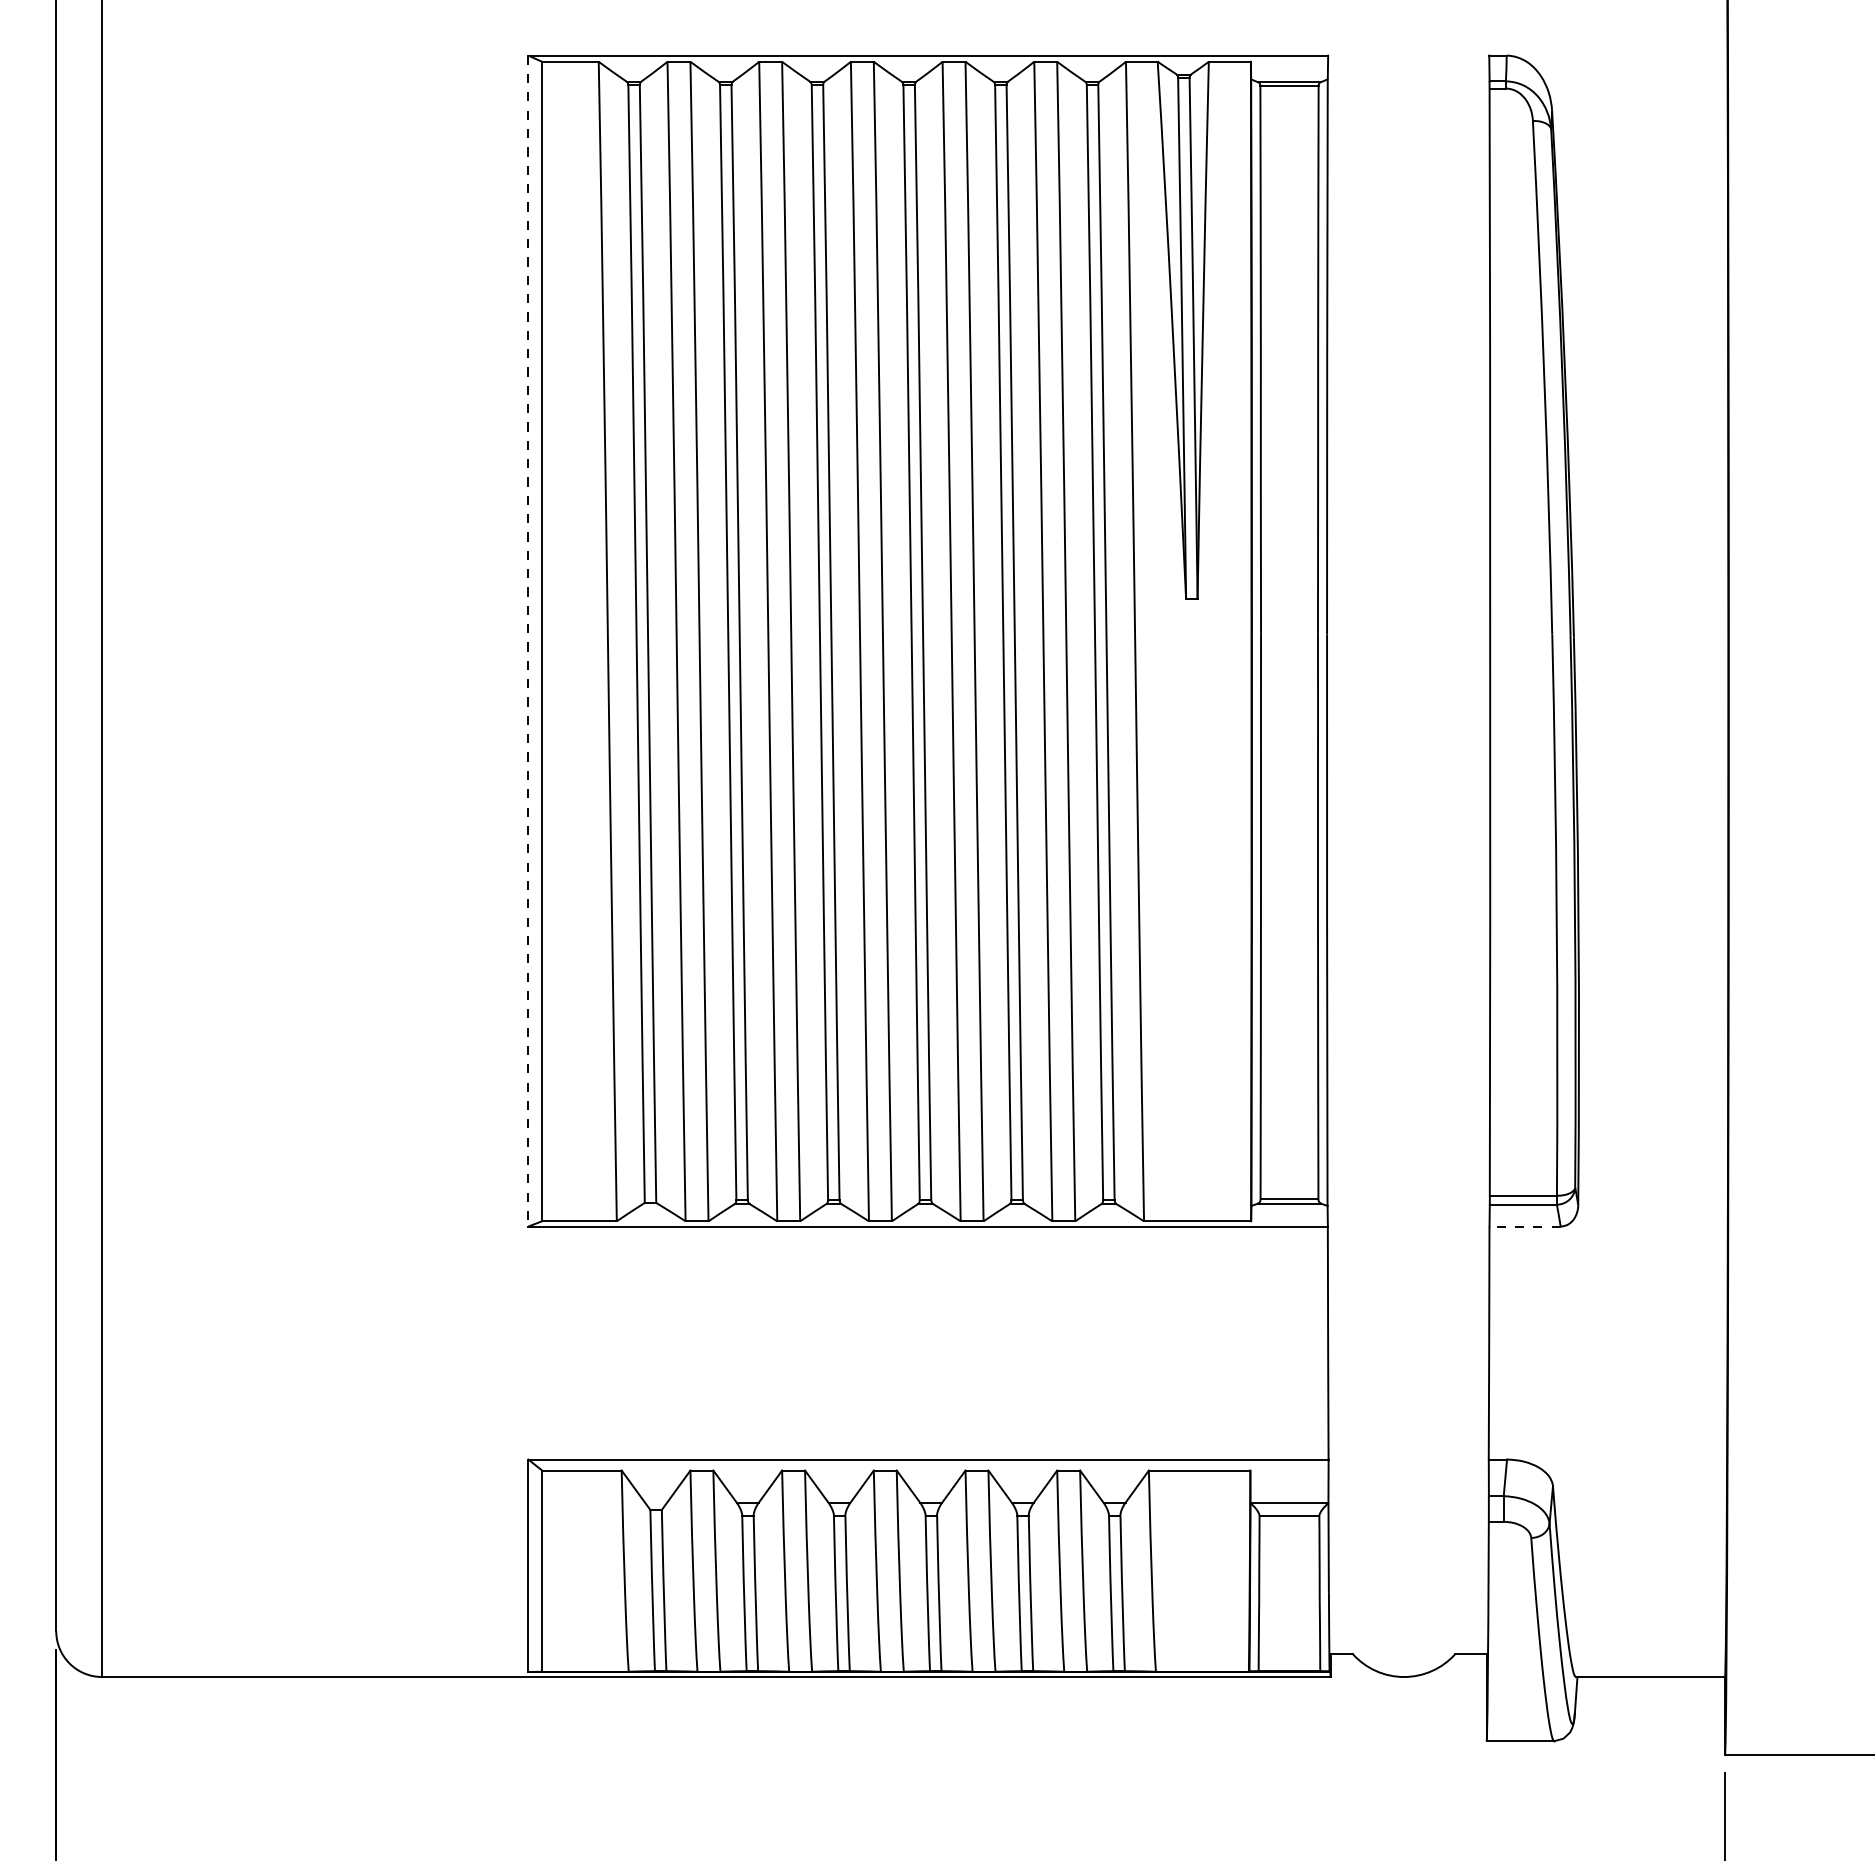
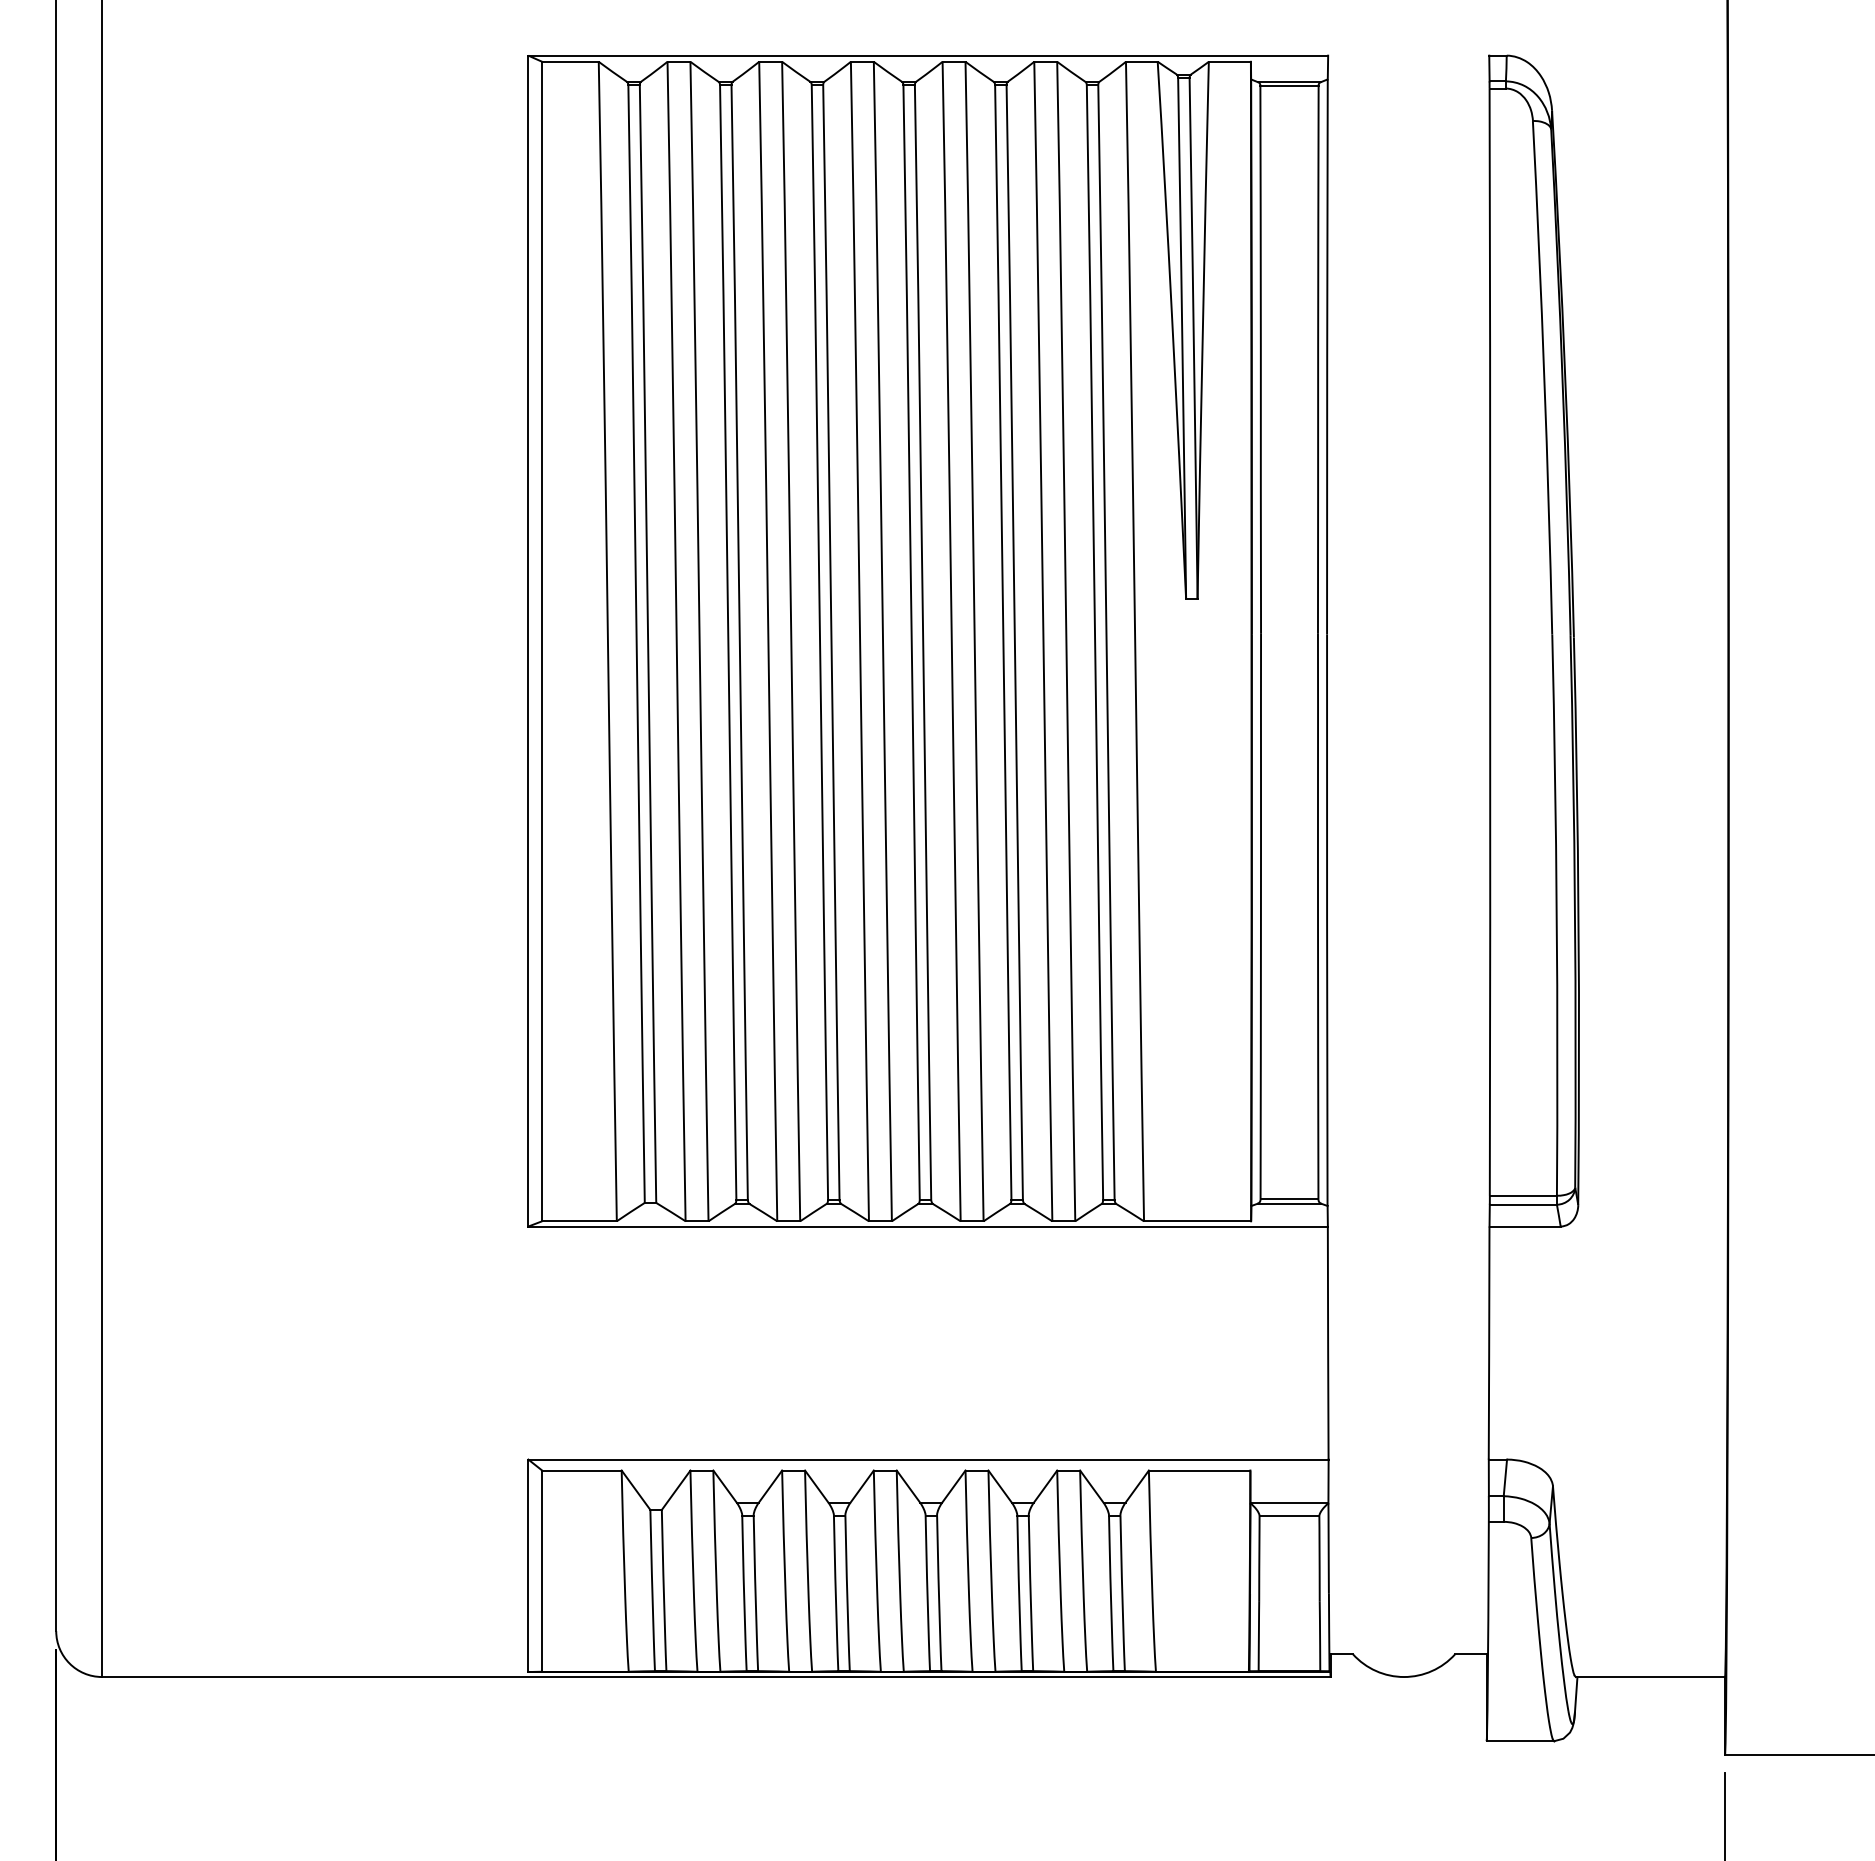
line at (528, 641): dashed -> solid
line at (1525, 1226): dashed -> solid
